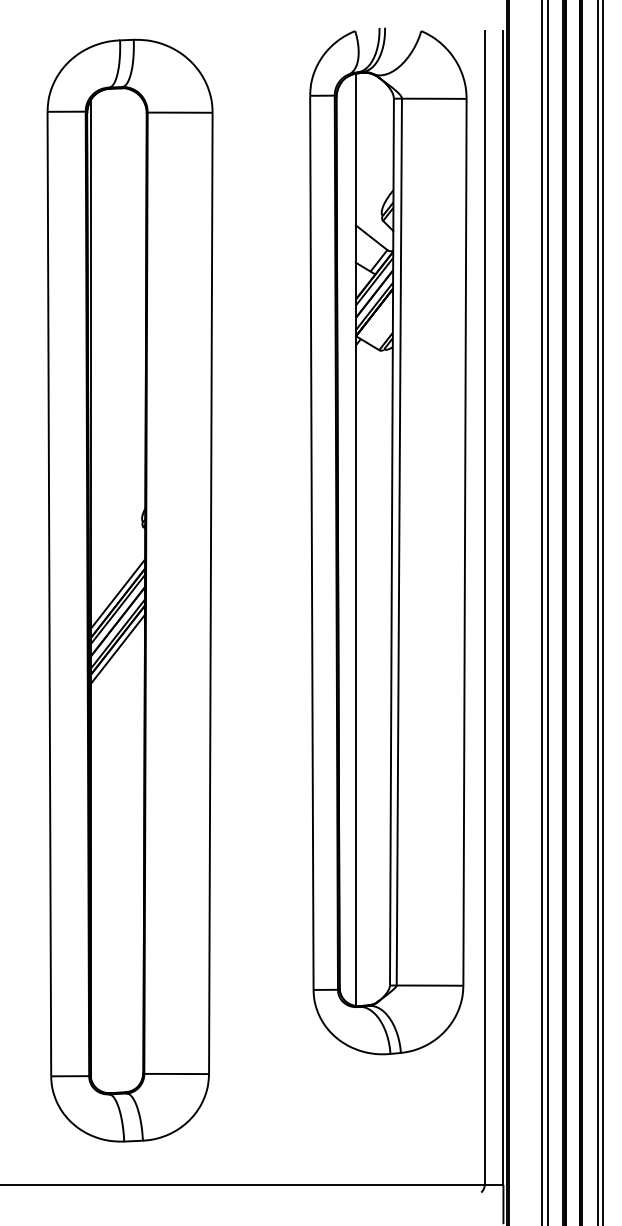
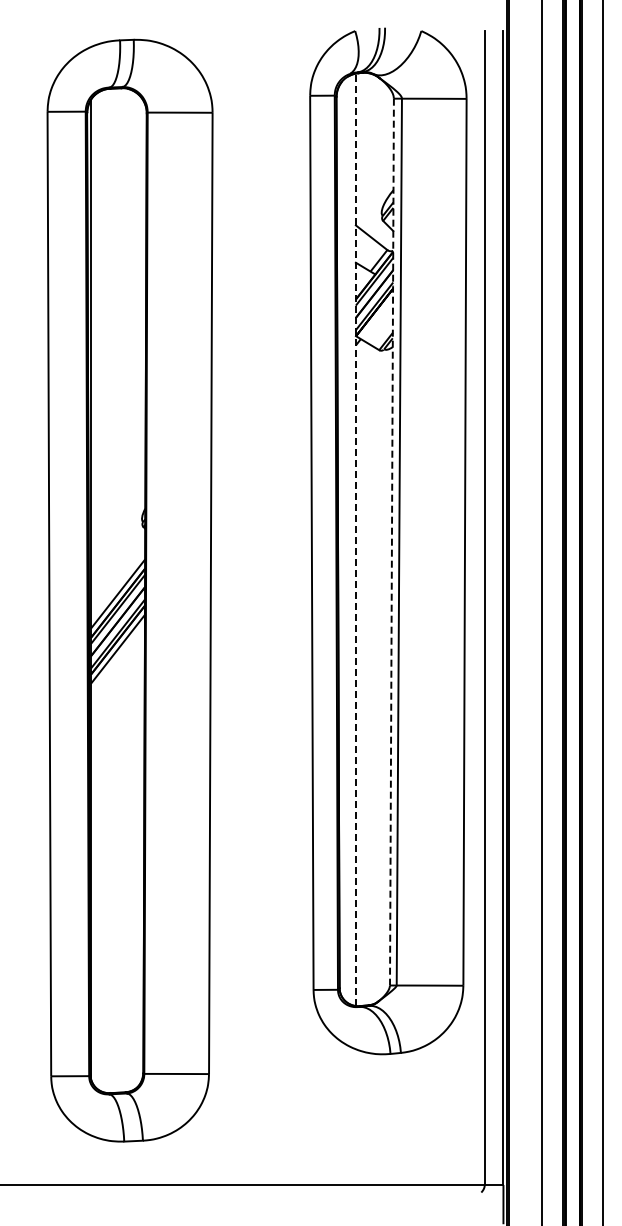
line at (355, 539): solid -> dashed
line at (391, 541): solid -> dashed
line at (547, 612): present -> none
line at (597, 612): present -> none
